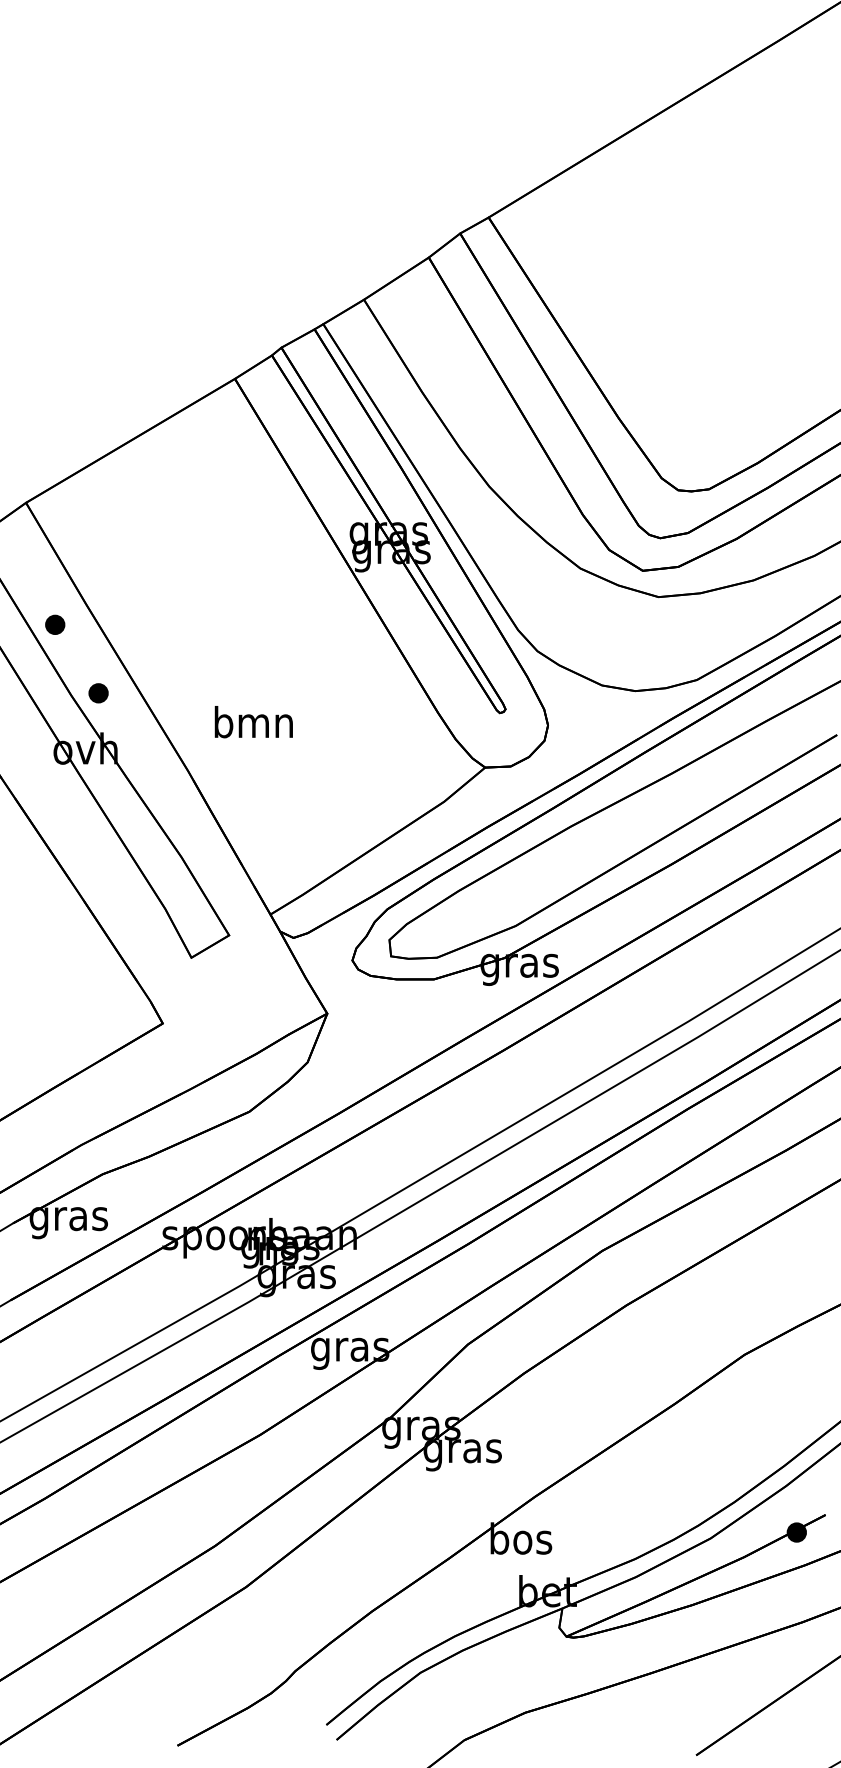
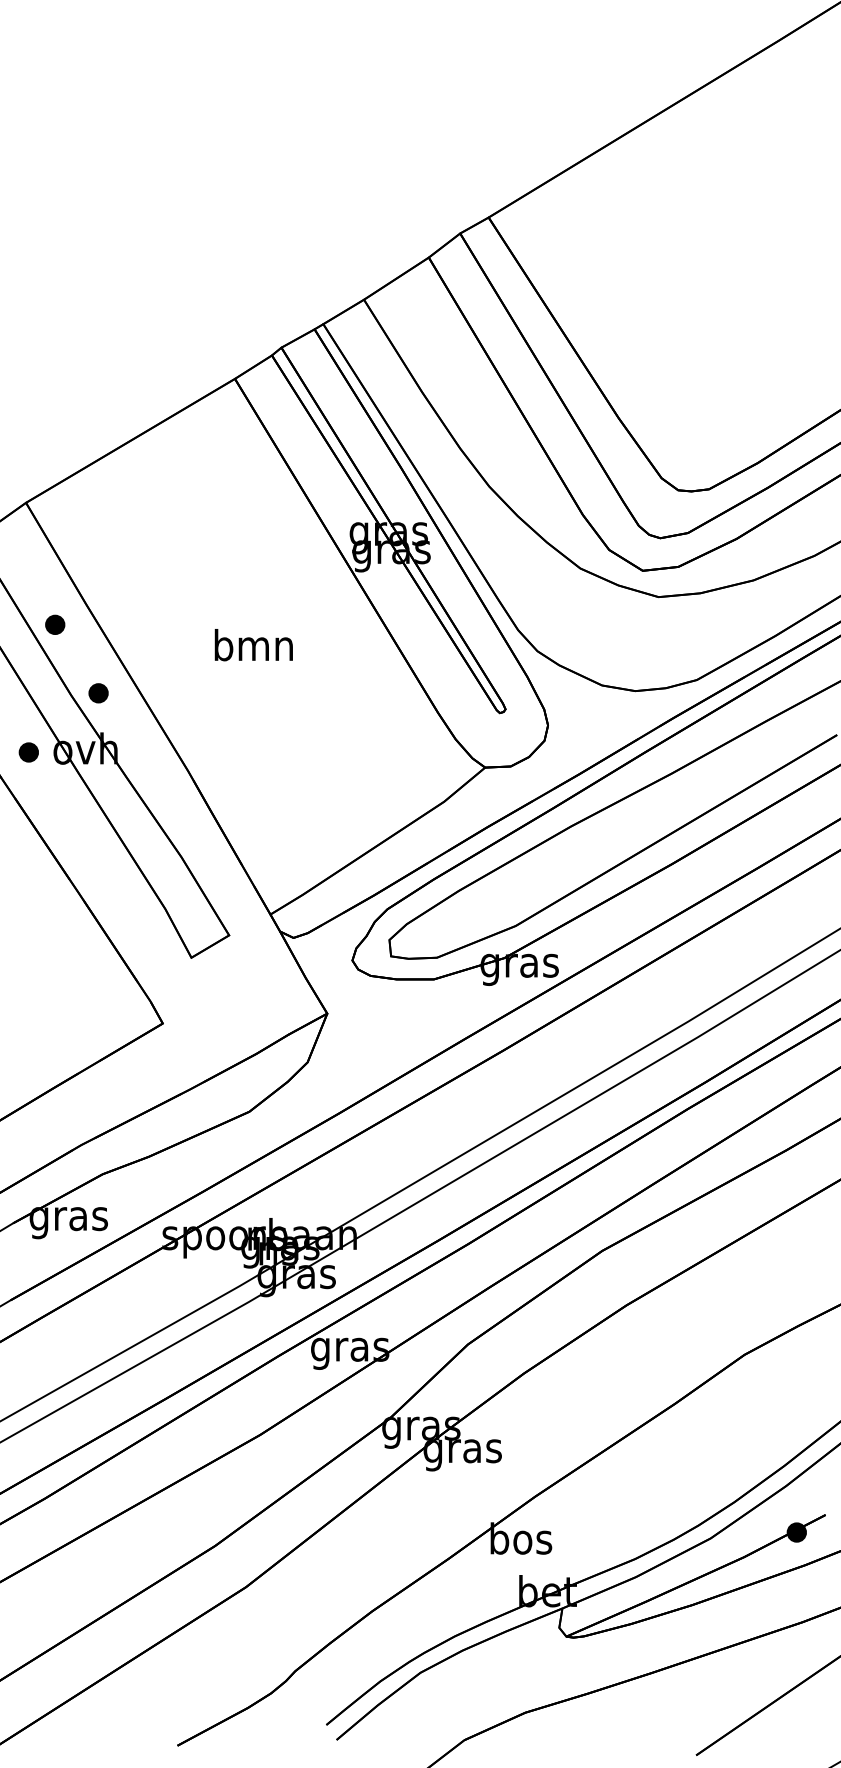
text at (253, 722) position: (253, 722) -> (253, 645)
part at (28, 752): none -> present
